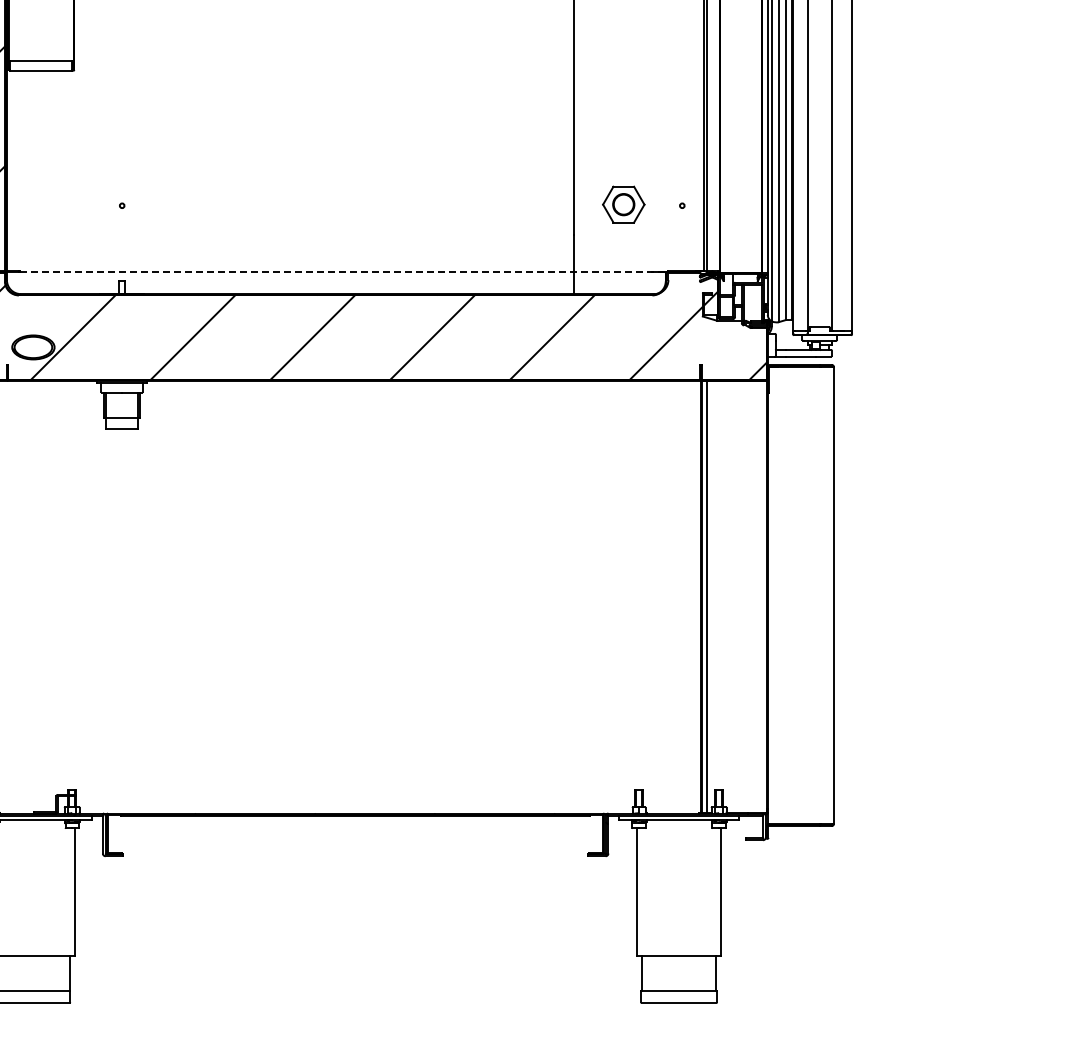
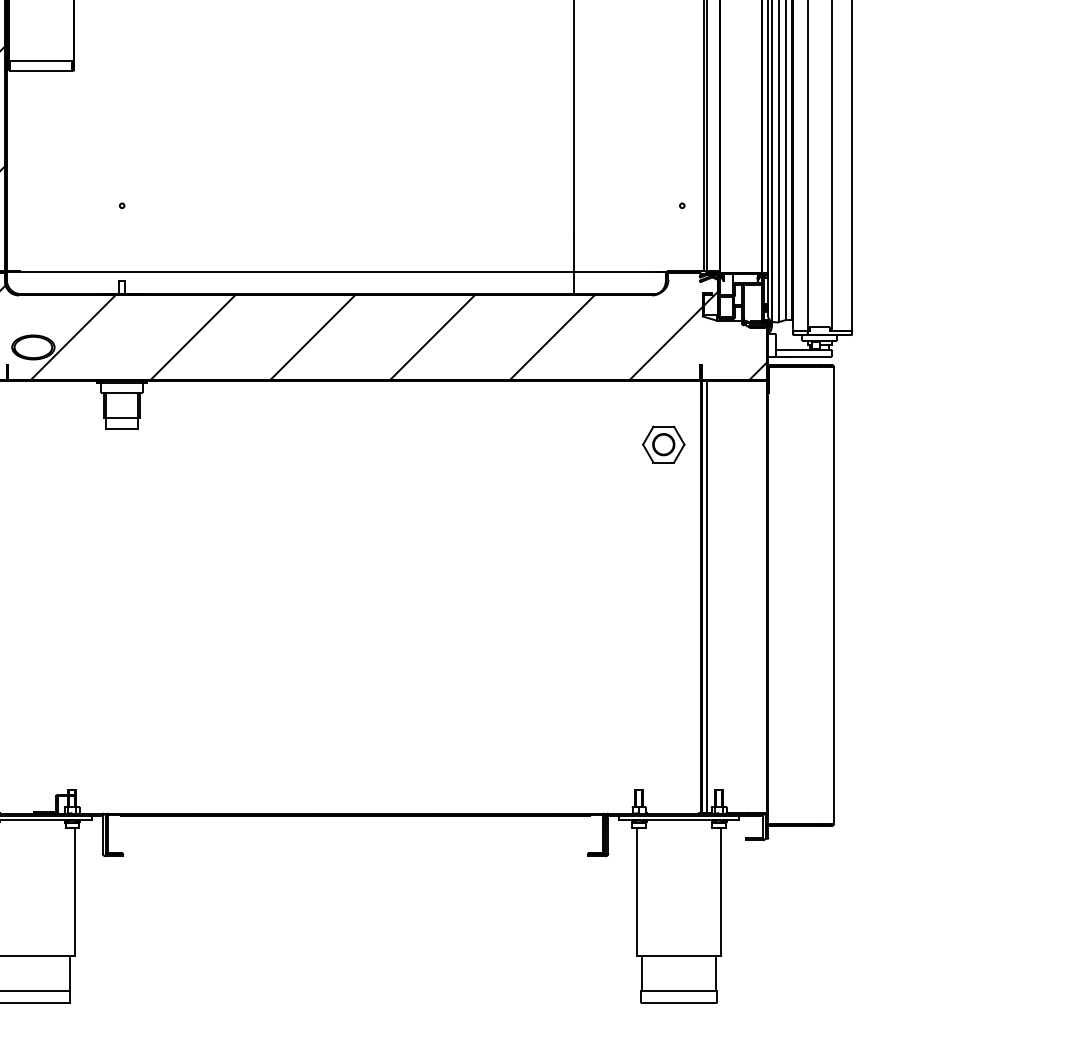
part at (623, 204) position: (623, 204) -> (663, 444)
line at (344, 272): dashed -> solid
